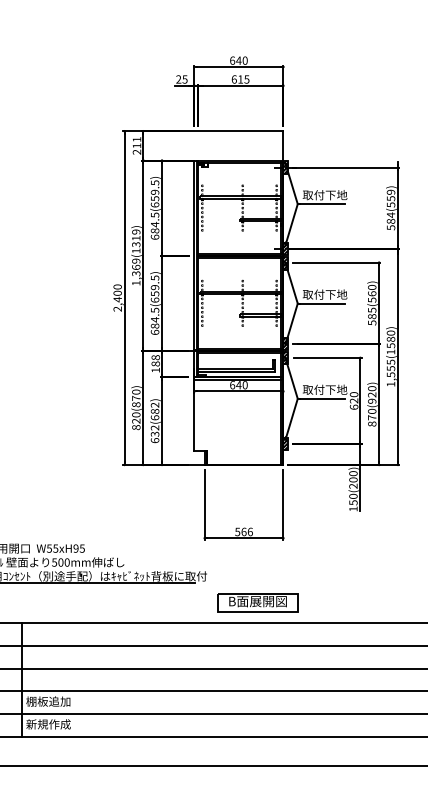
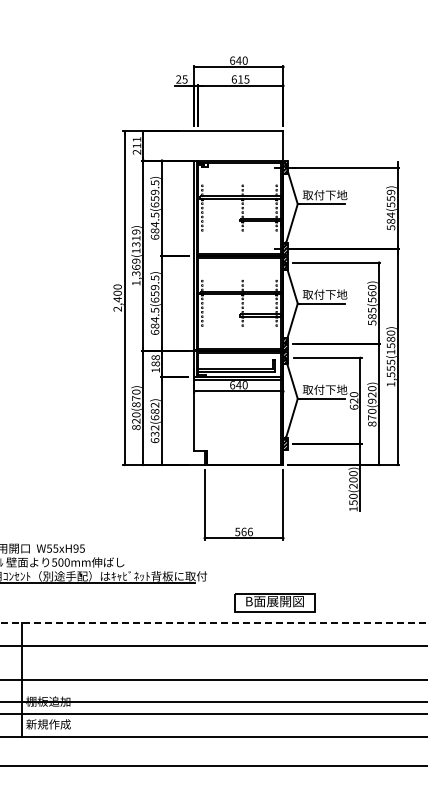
part at (257, 602) position: (257, 602) -> (274, 602)
line at (213, 623): solid -> dashed
line at (213, 668) position: (213, 668) -> (213, 679)
line at (213, 691) position: (213, 691) -> (213, 702)
